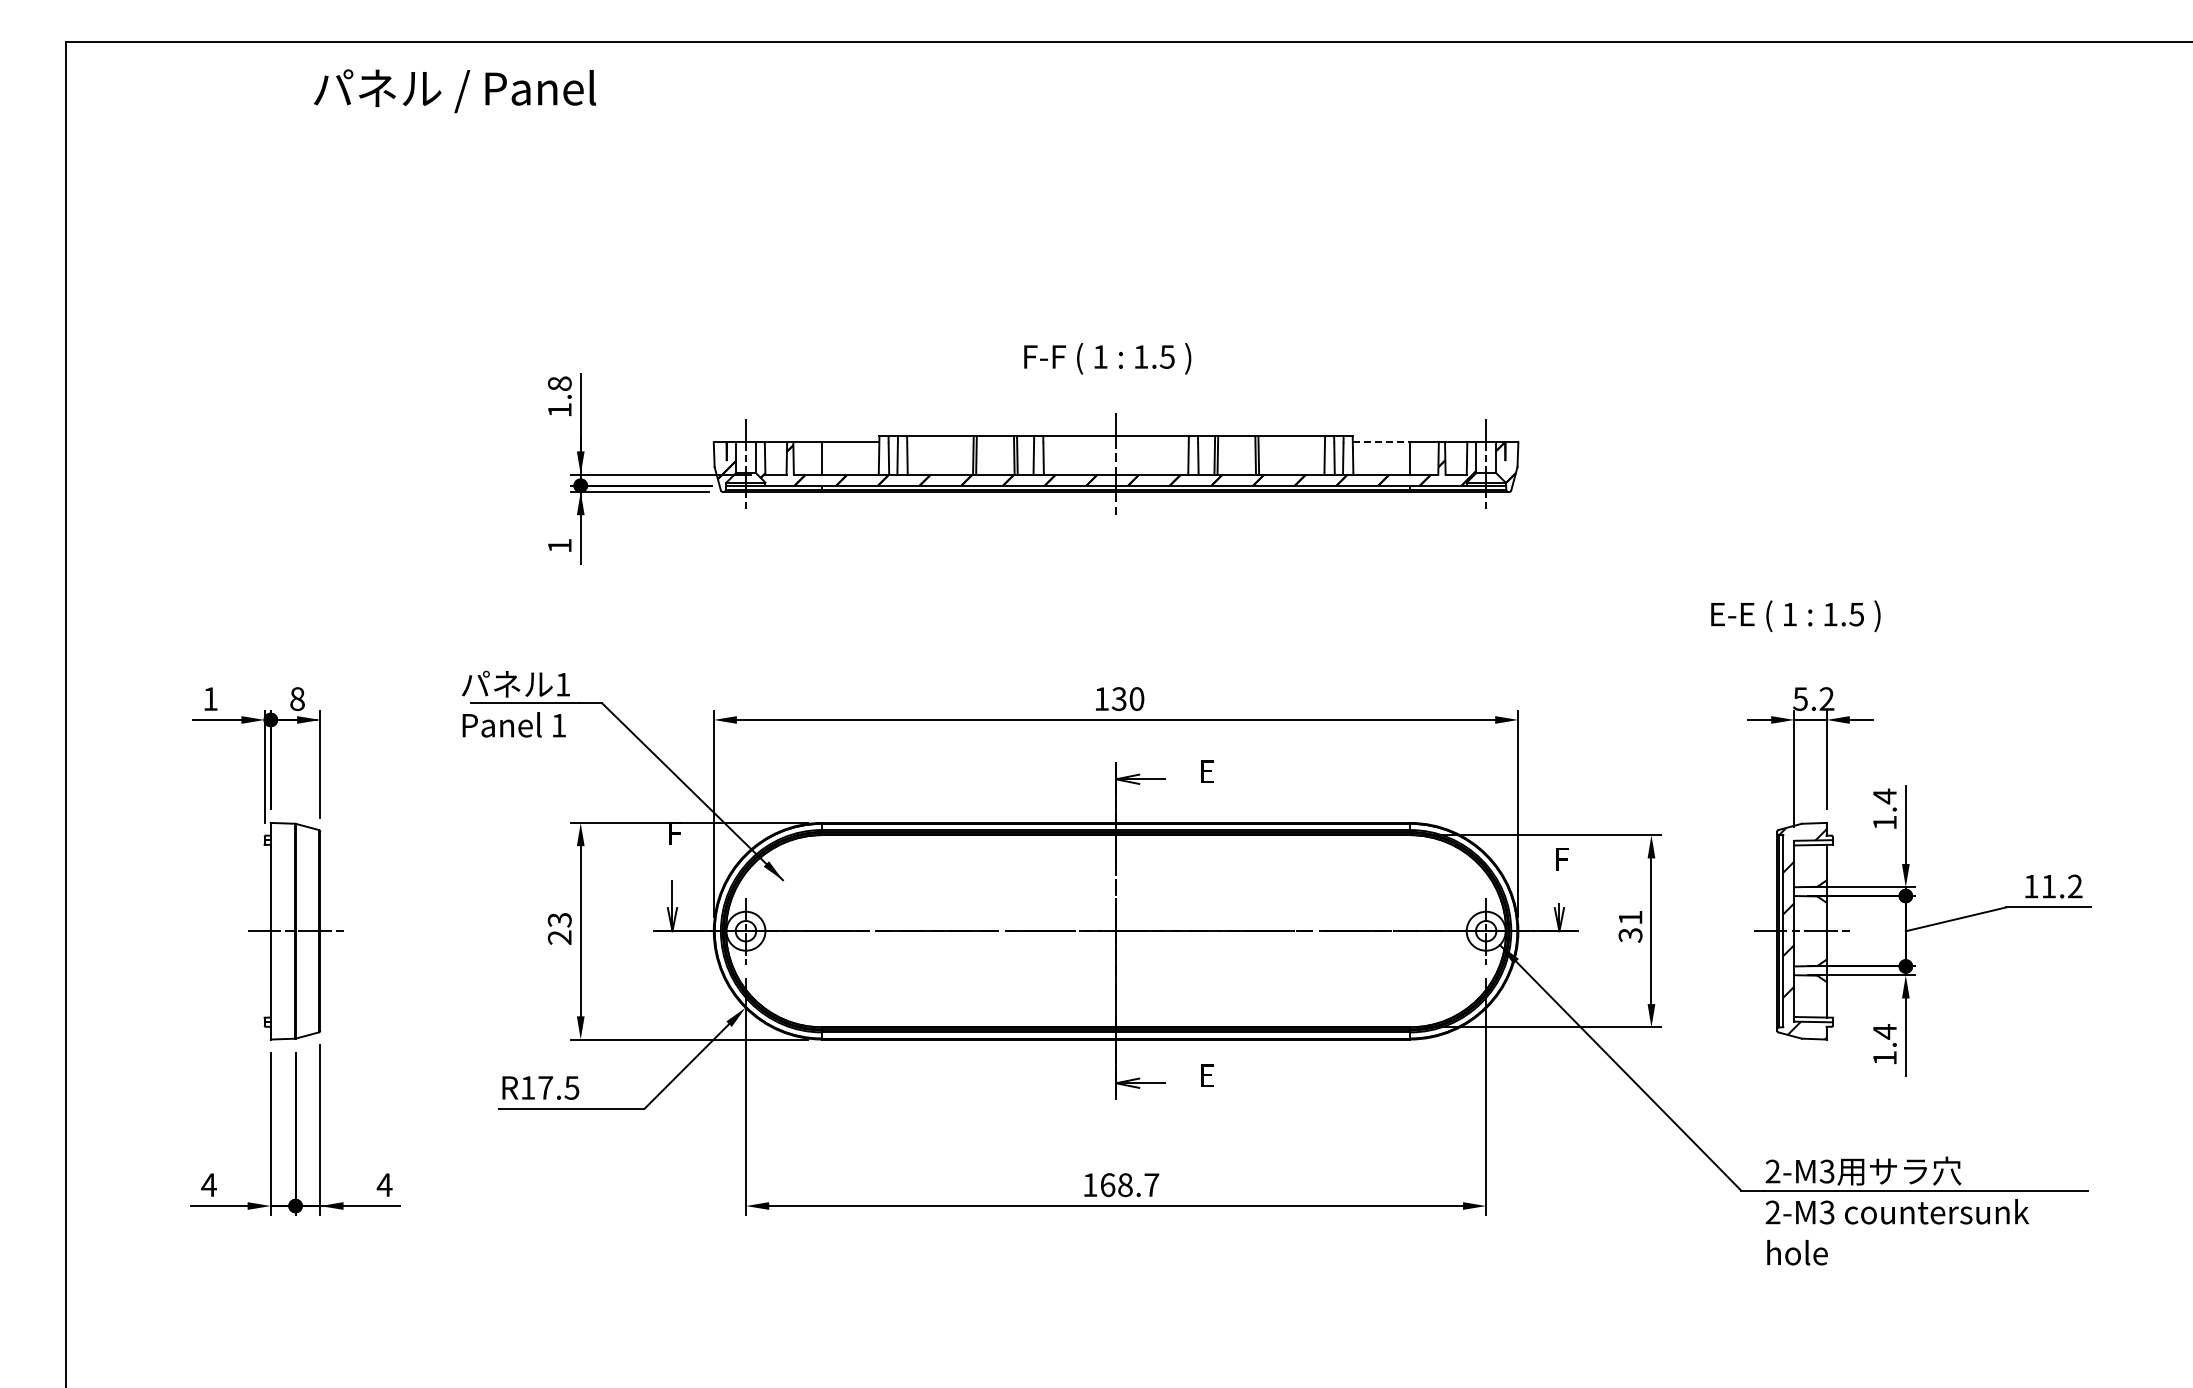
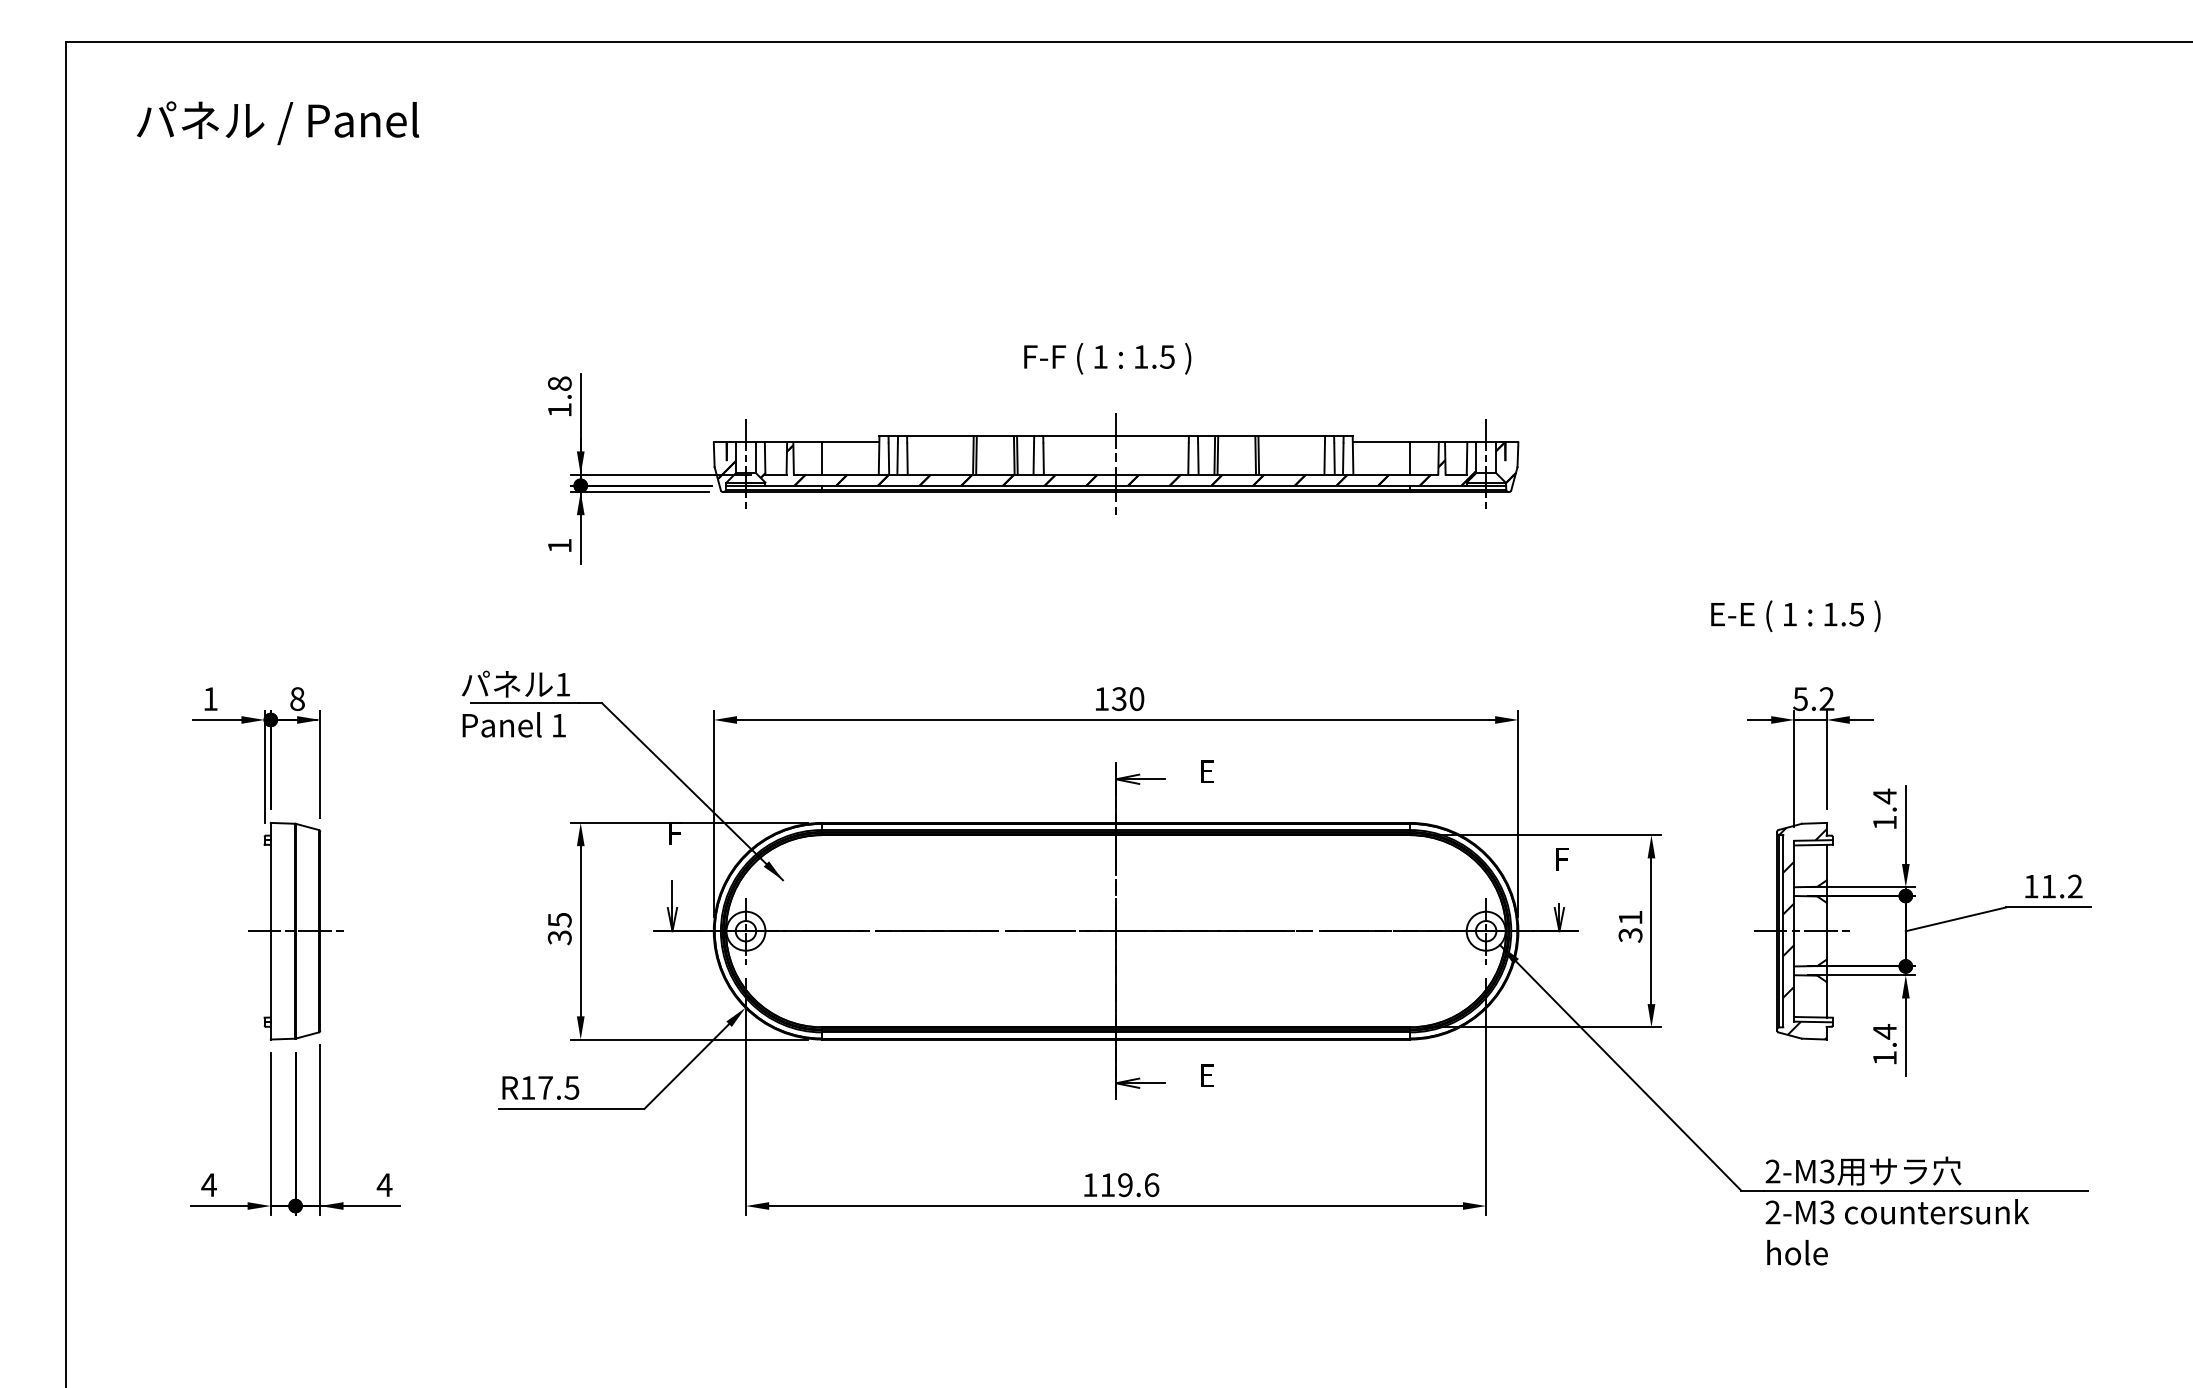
text at (455, 91) position: (455, 91) -> (278, 123)
line at (1381, 442): dashed -> solid
text at (559, 929): 23 -> 35
text at (1130, 1185): 168.7 -> 119.6
